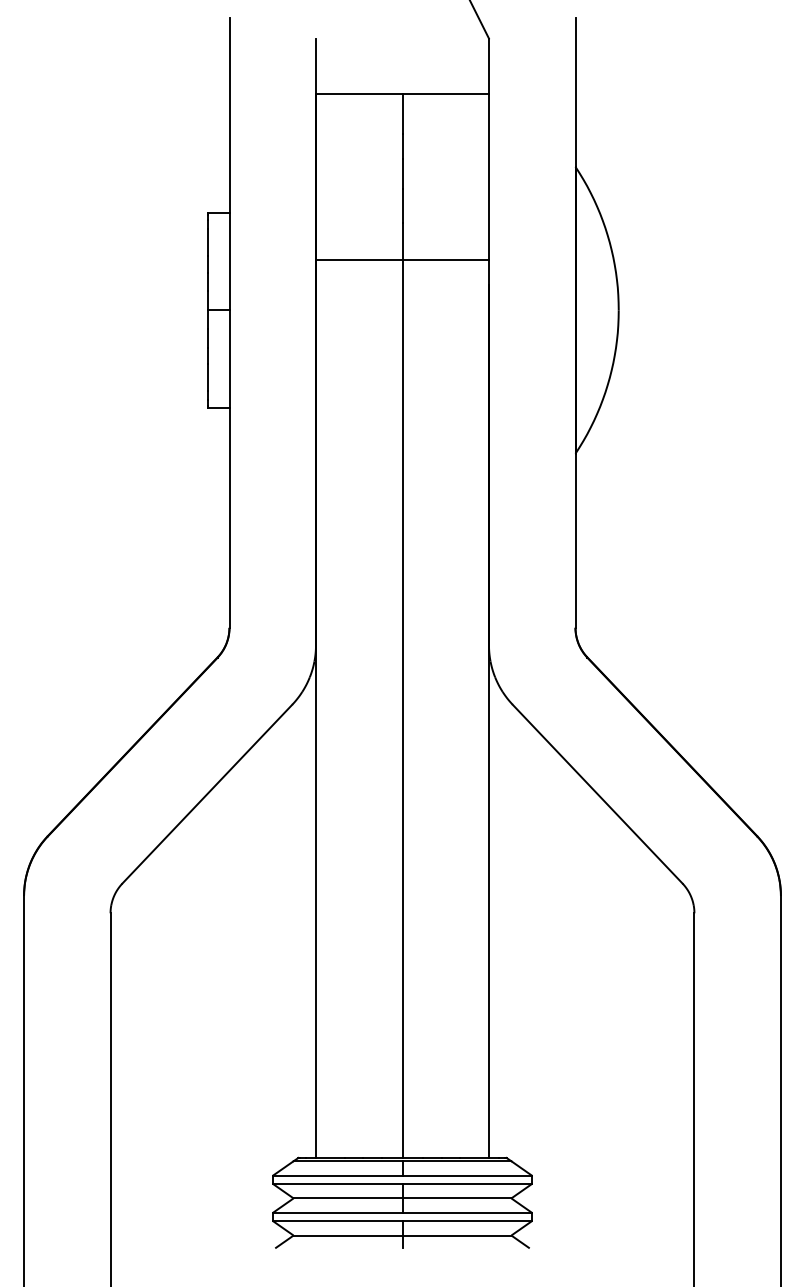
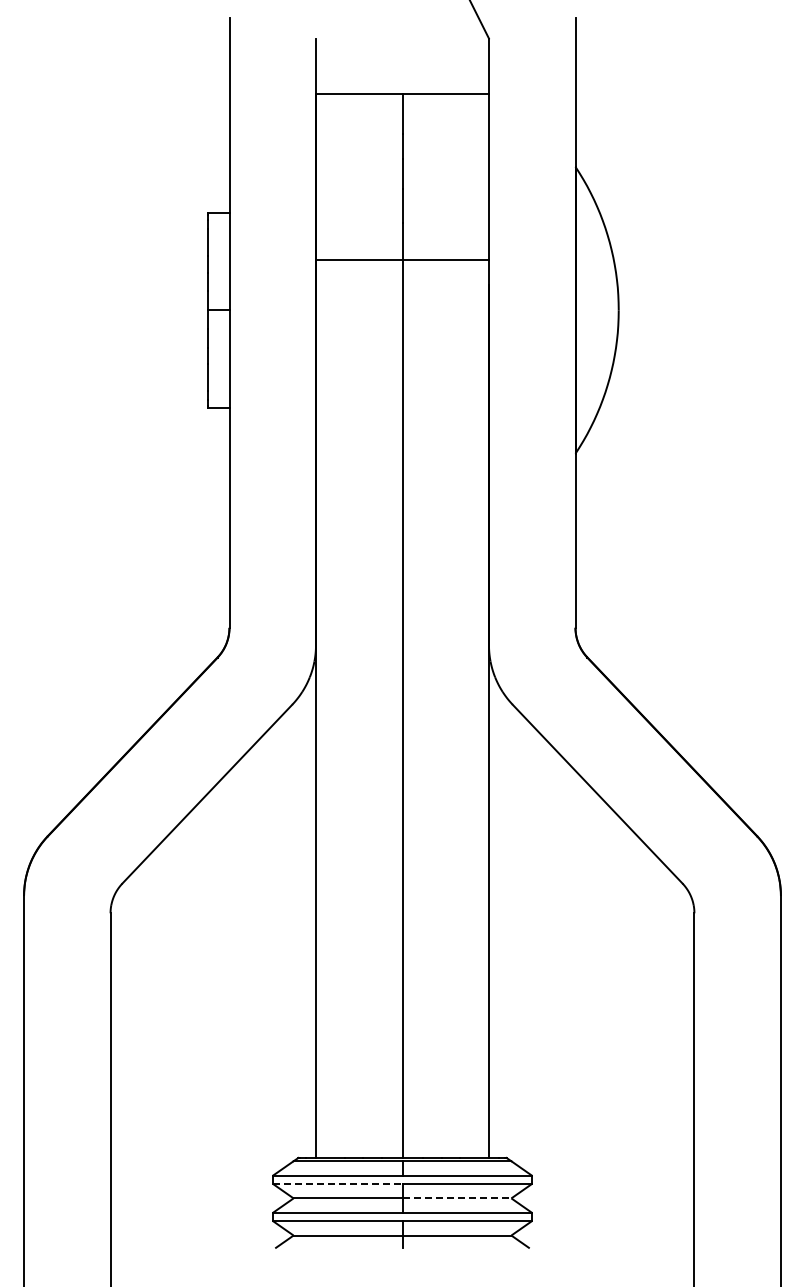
line at (337, 1183): solid -> dashed
line at (457, 1198): solid -> dashed
